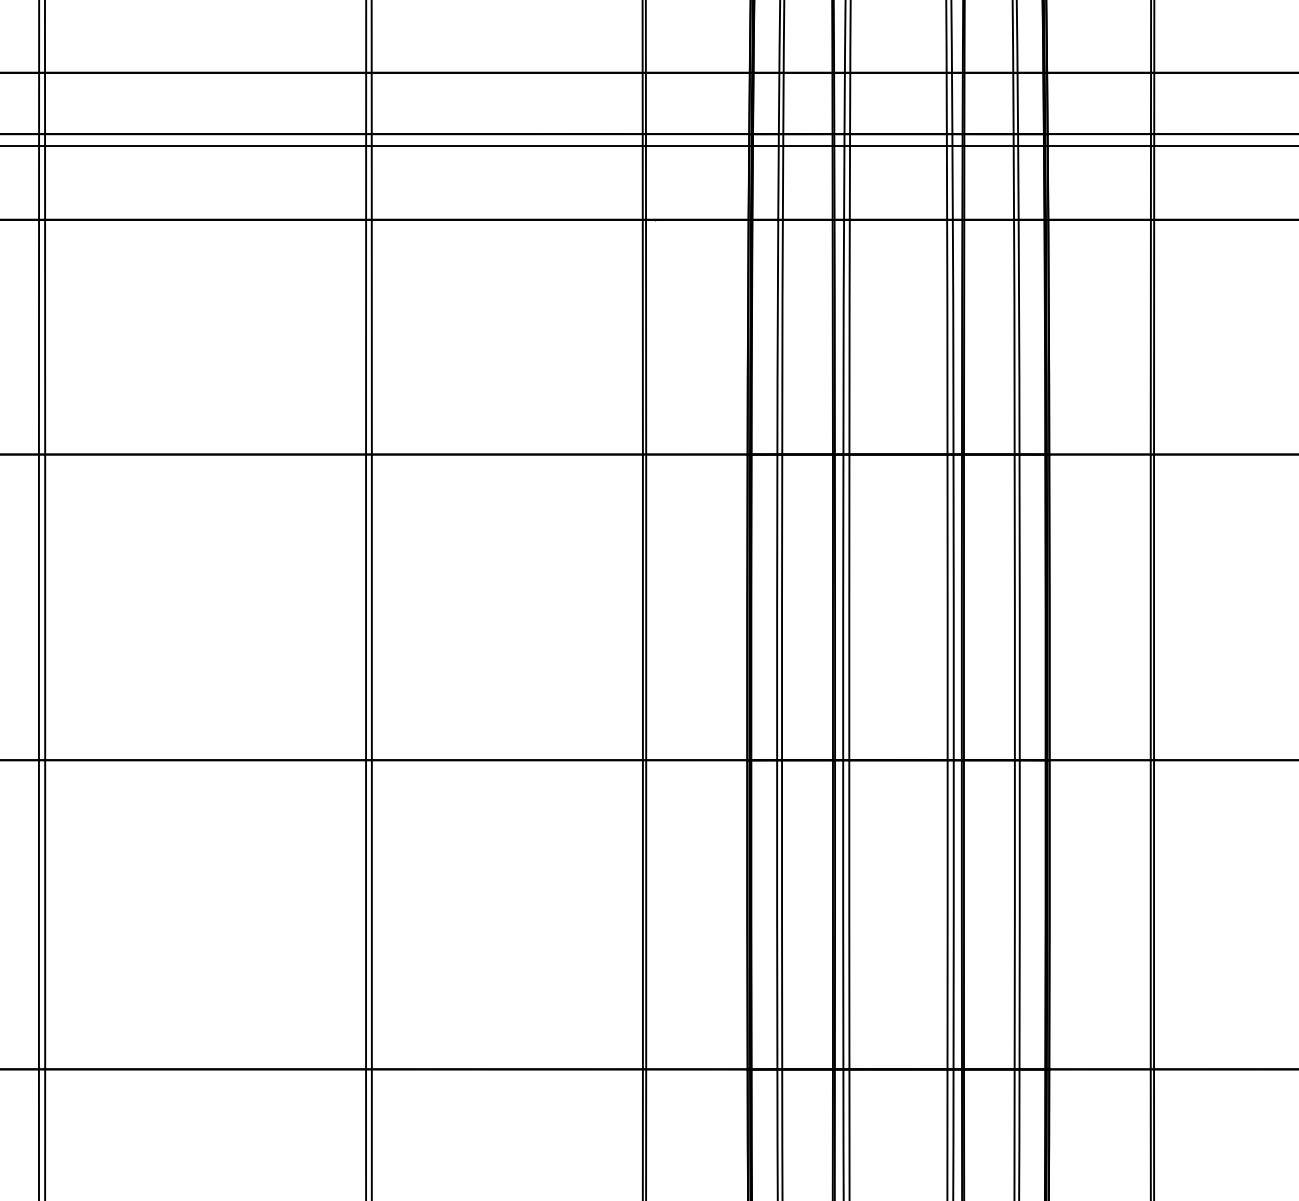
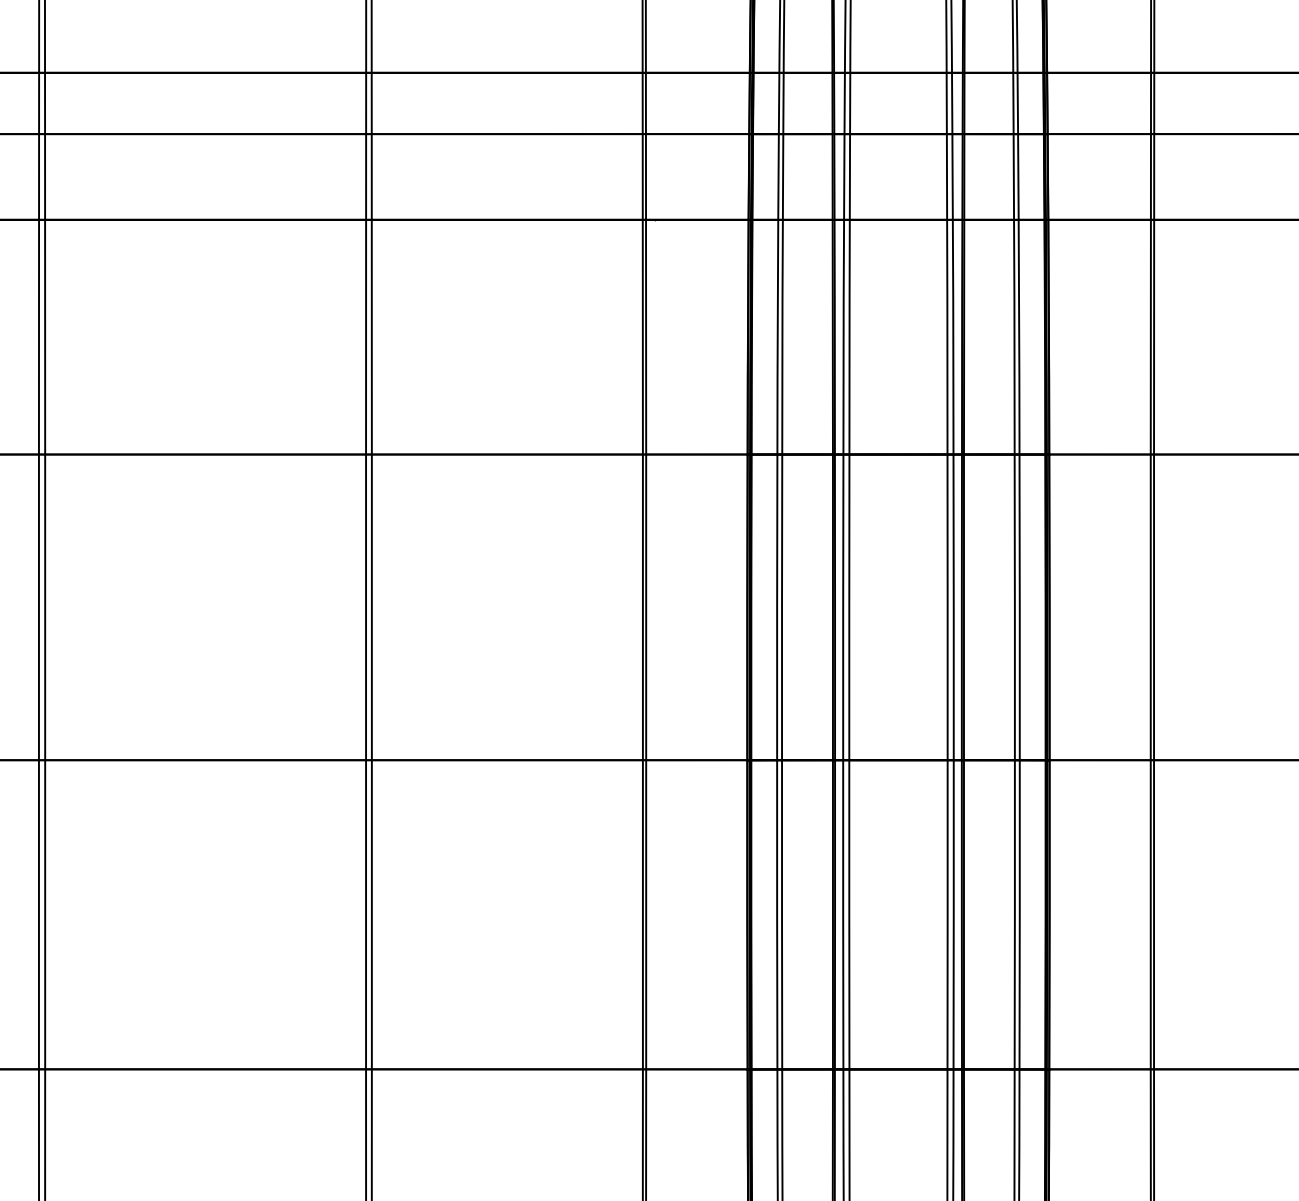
line at (648, 146): present -> none
